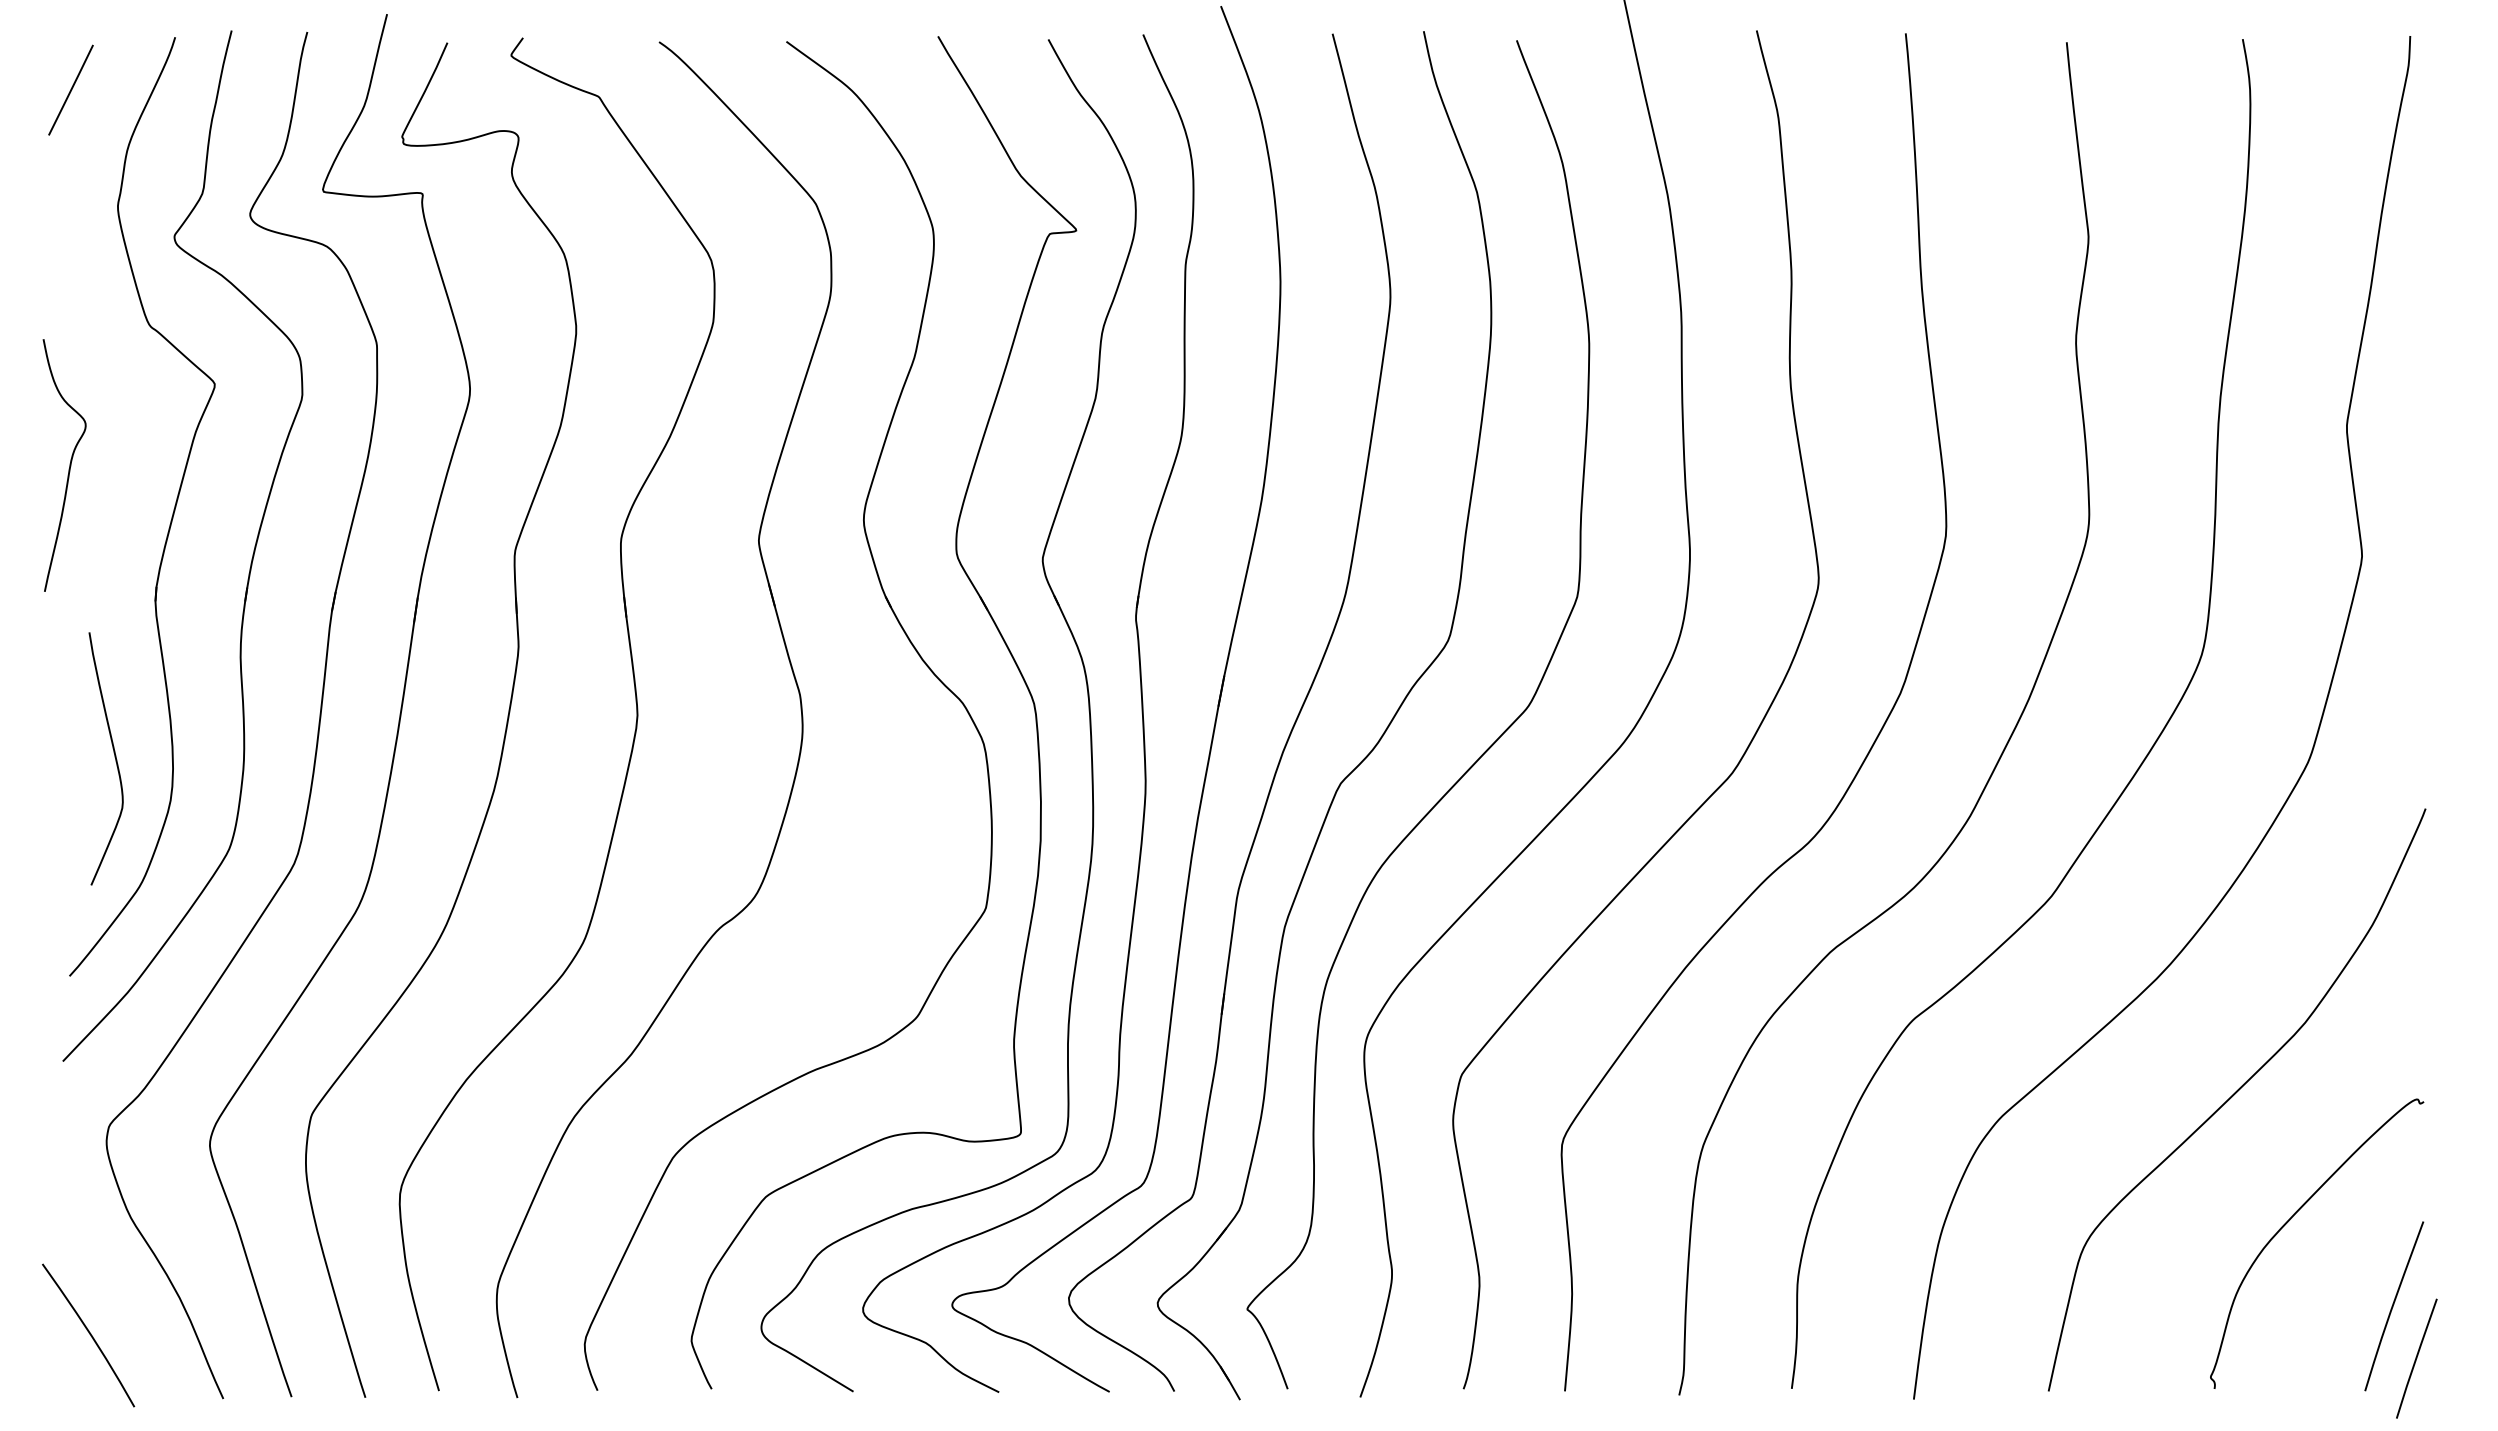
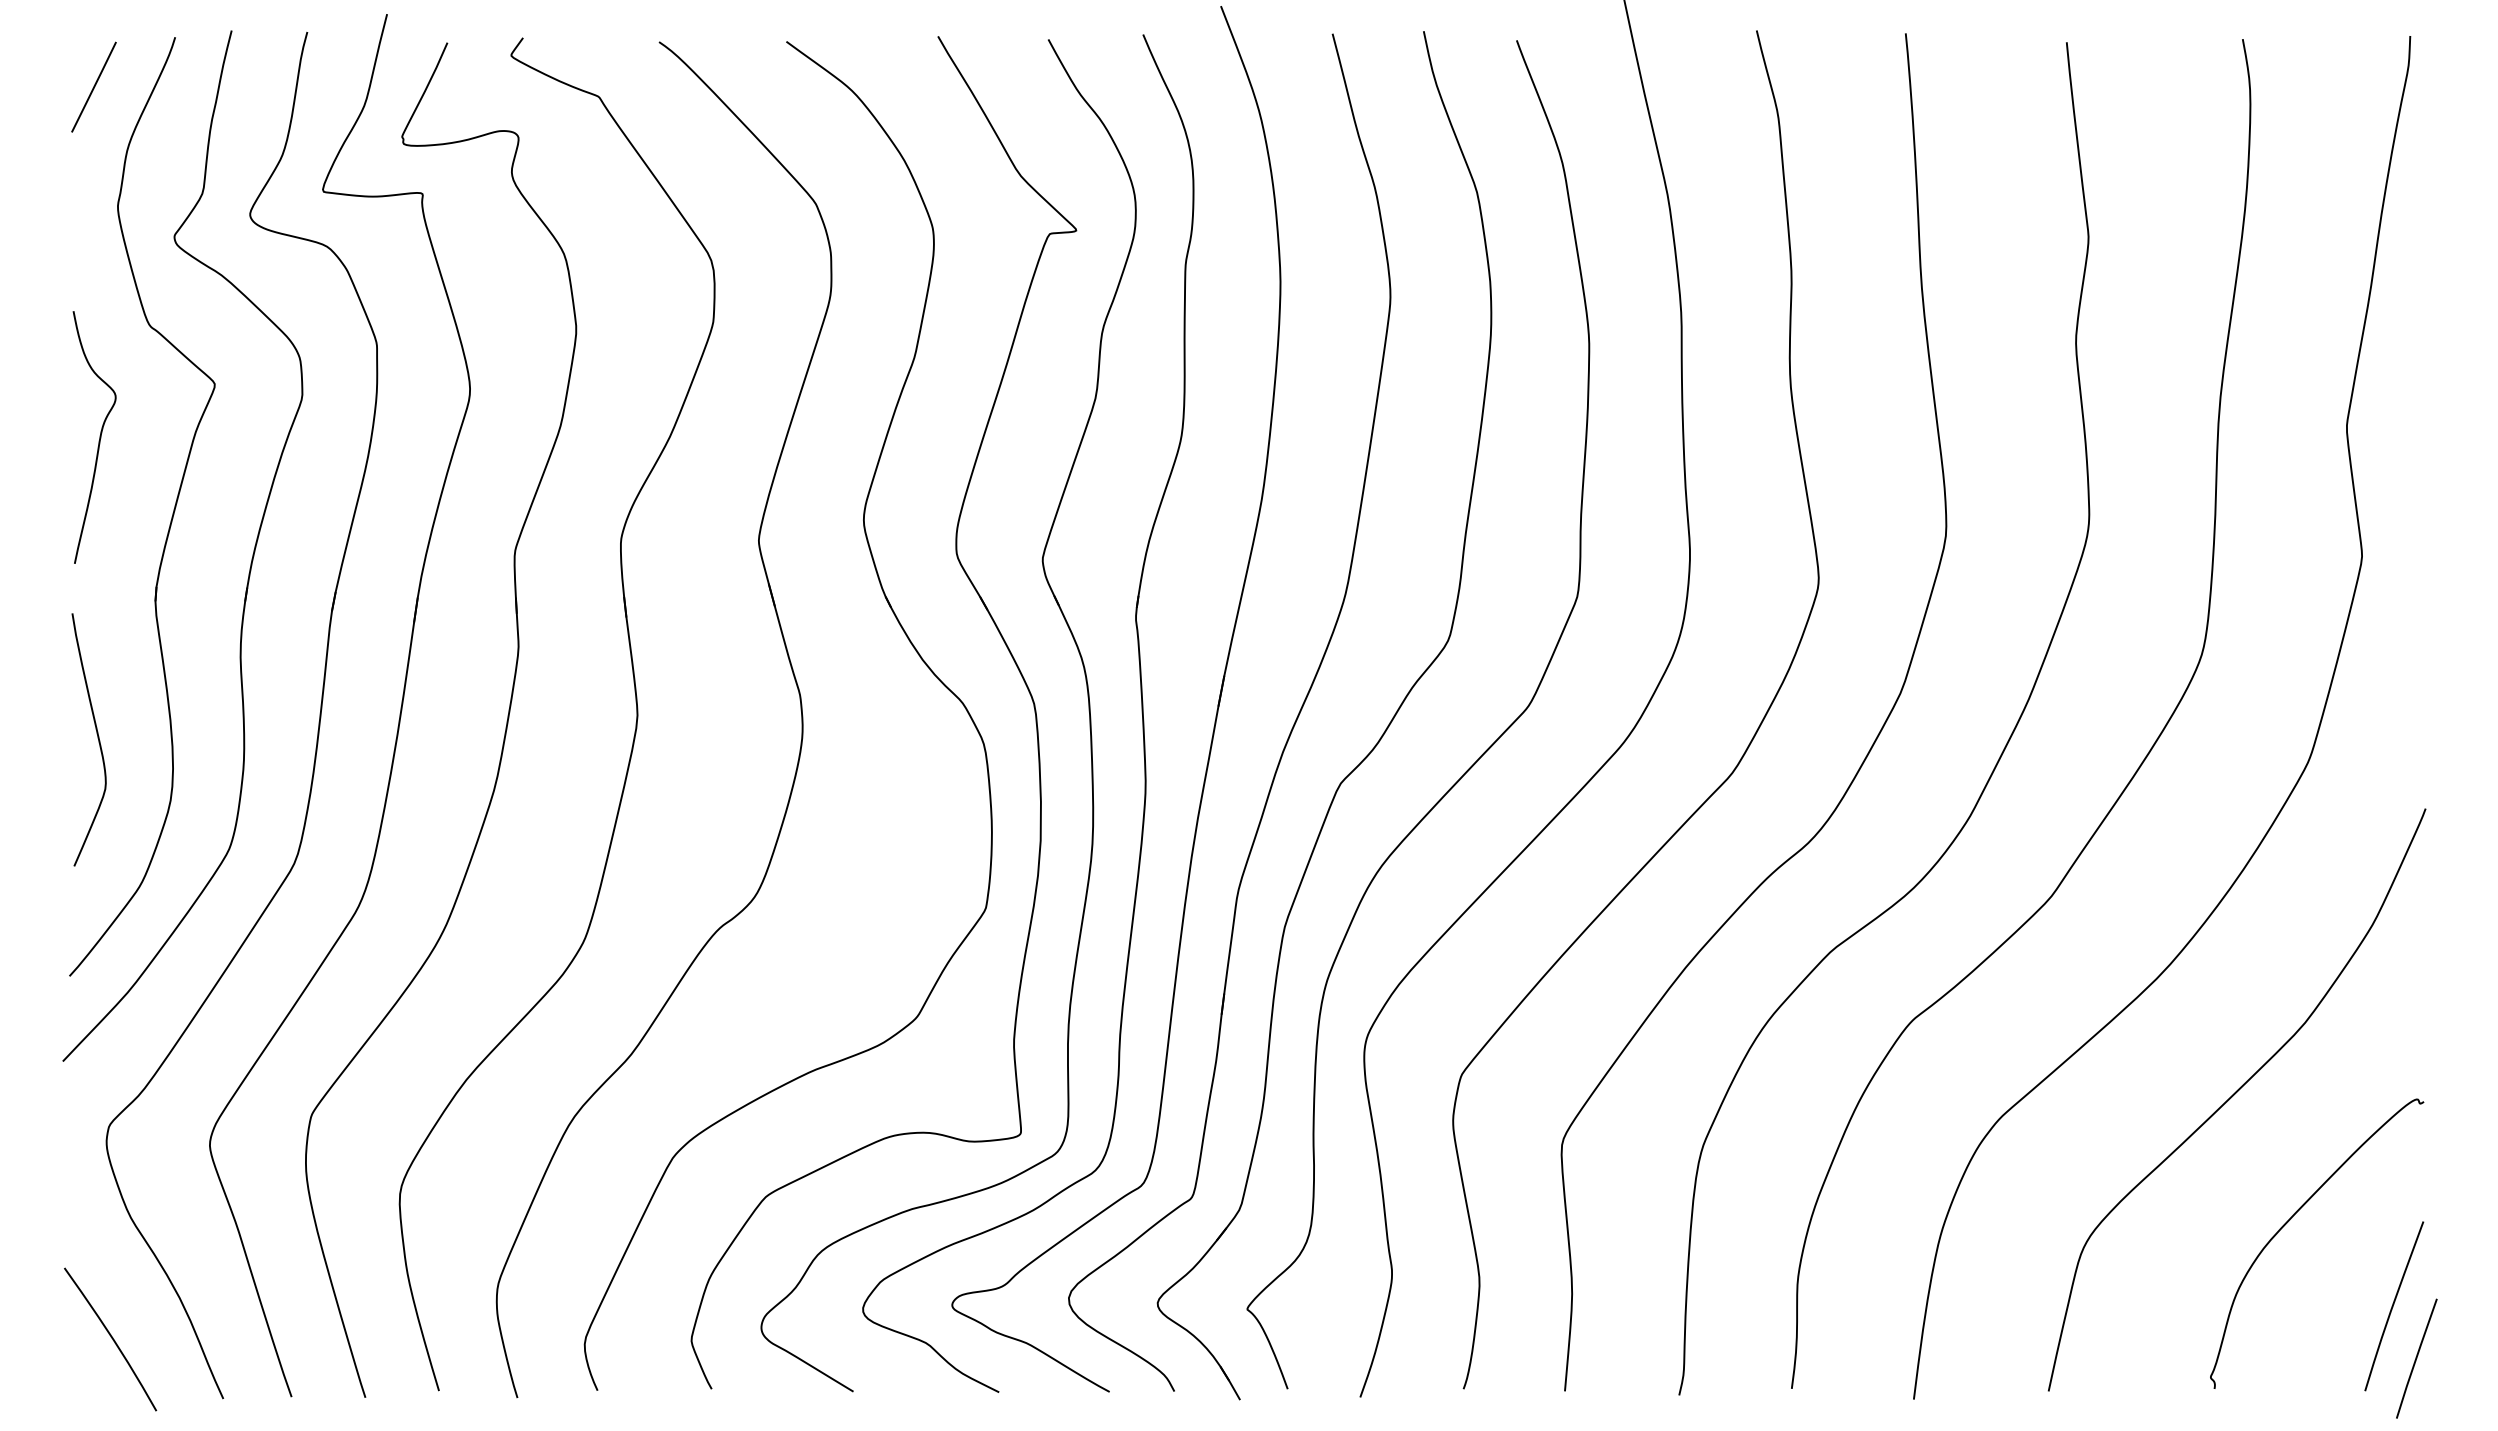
line at (70, 89) position: (70, 89) -> (93, 86)
curve at (69, 465) position: (69, 465) -> (99, 437)
curve at (114, 757) position: (114, 757) -> (97, 738)
curve at (89, 1334) position: (89, 1334) -> (111, 1338)
